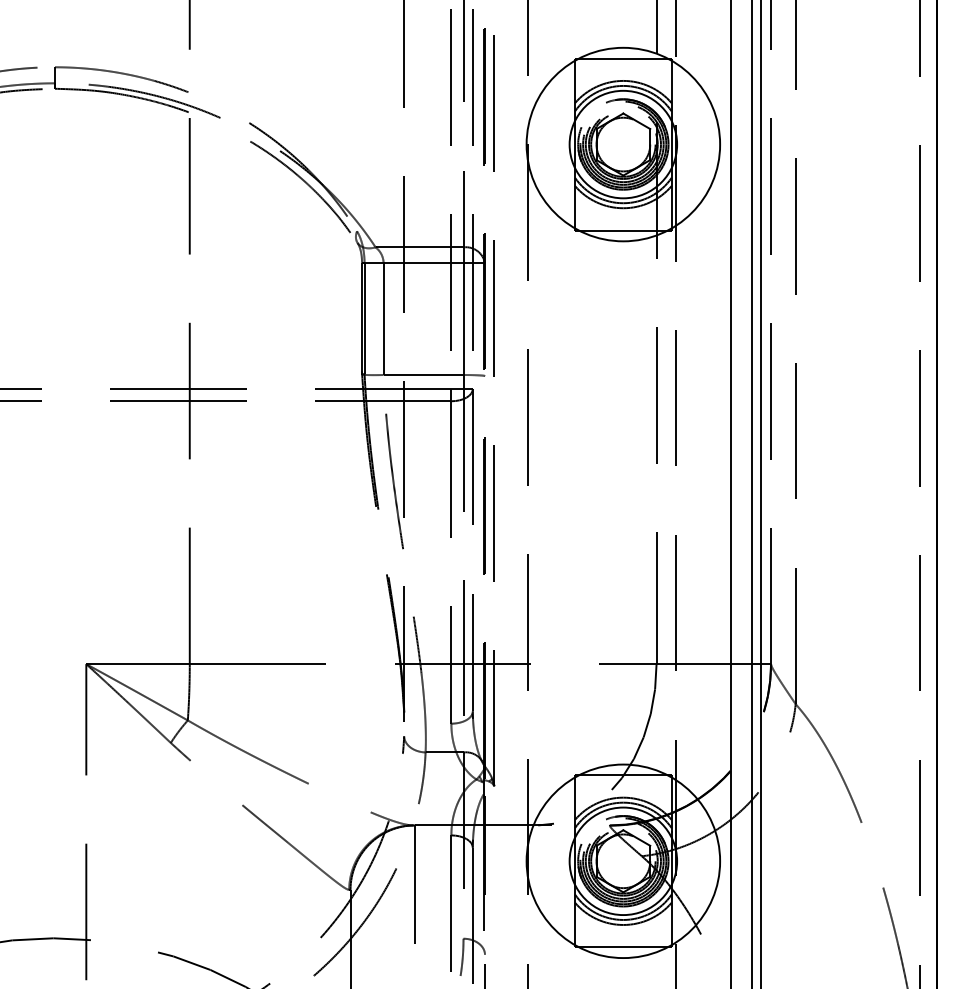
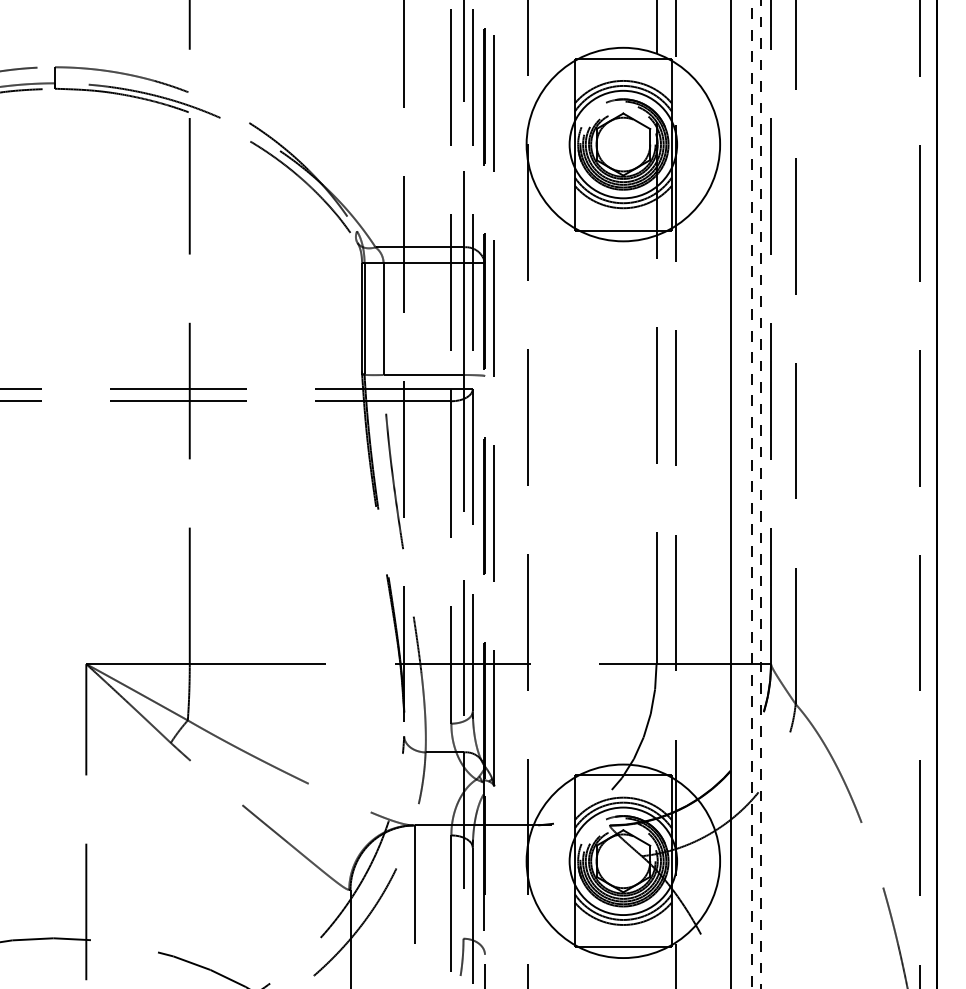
line at (752, 494): solid -> dashed
line at (760, 494): solid -> dashed
